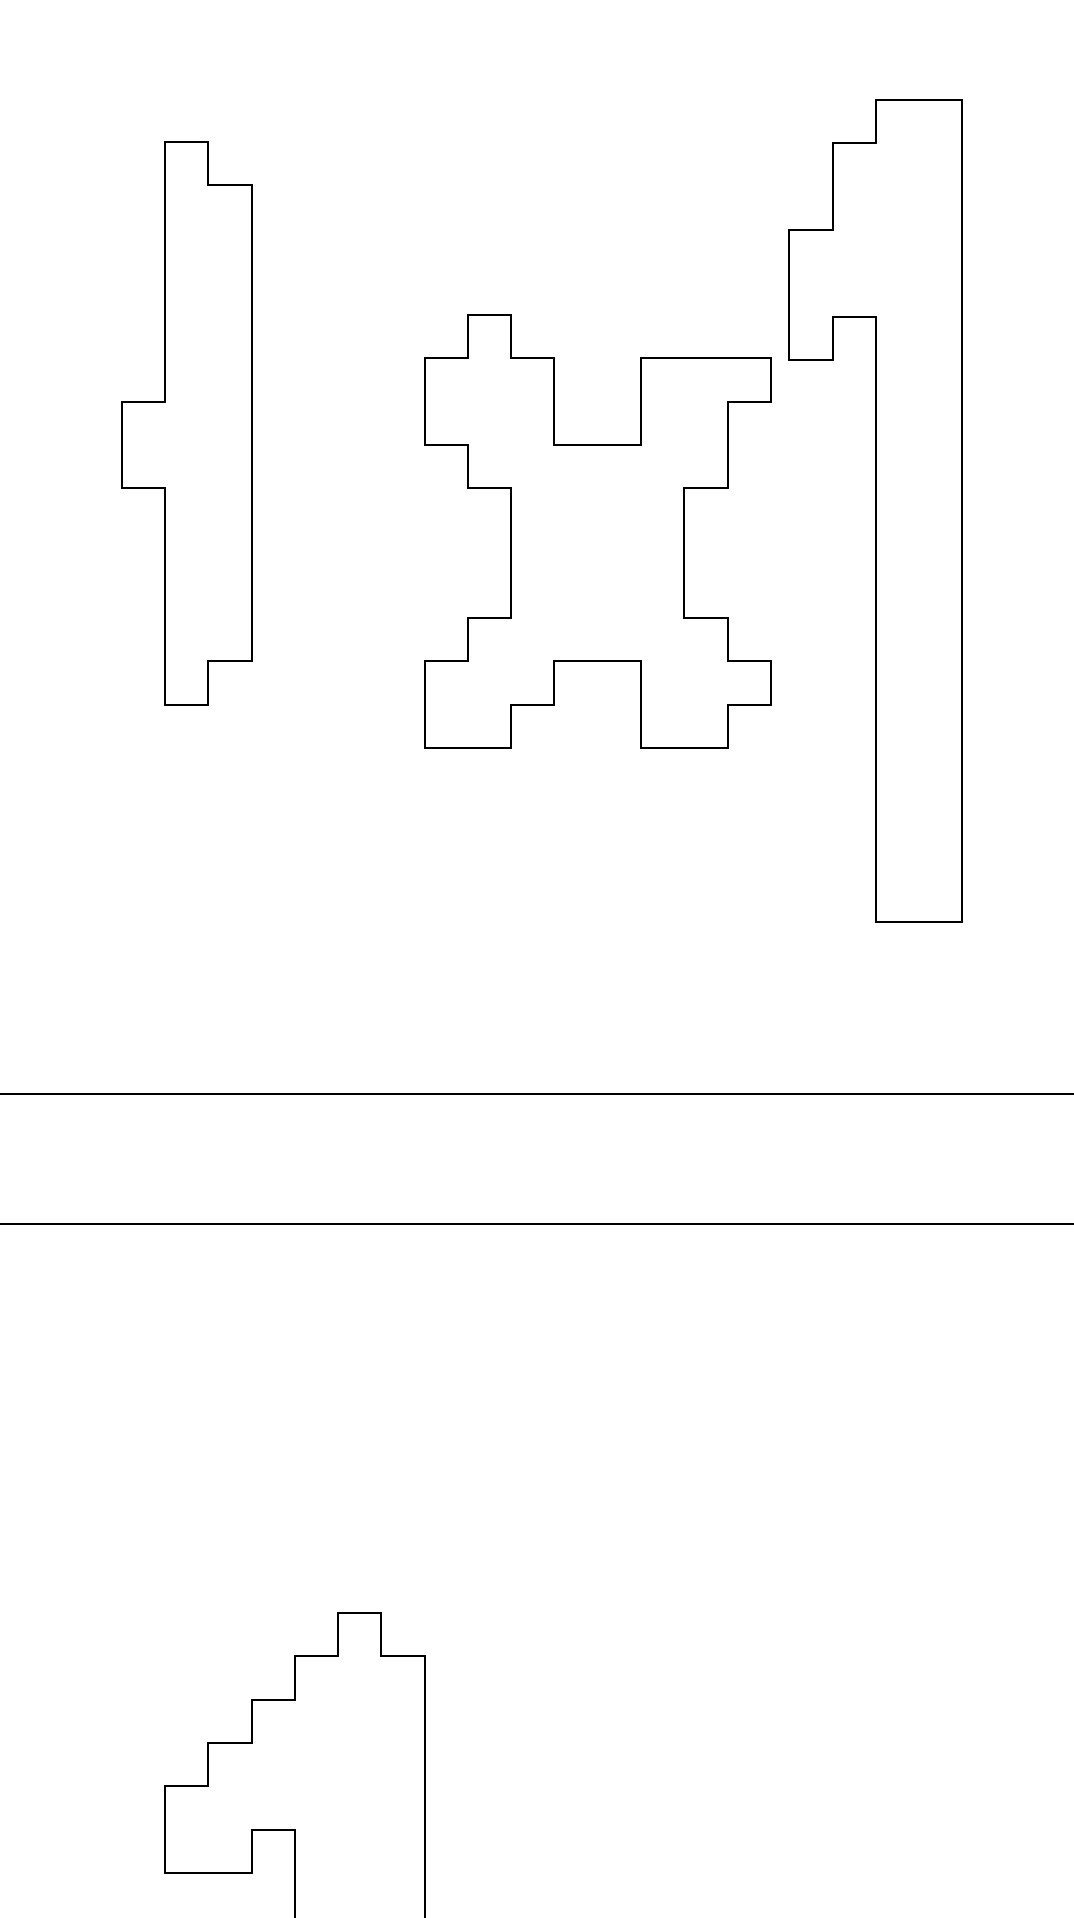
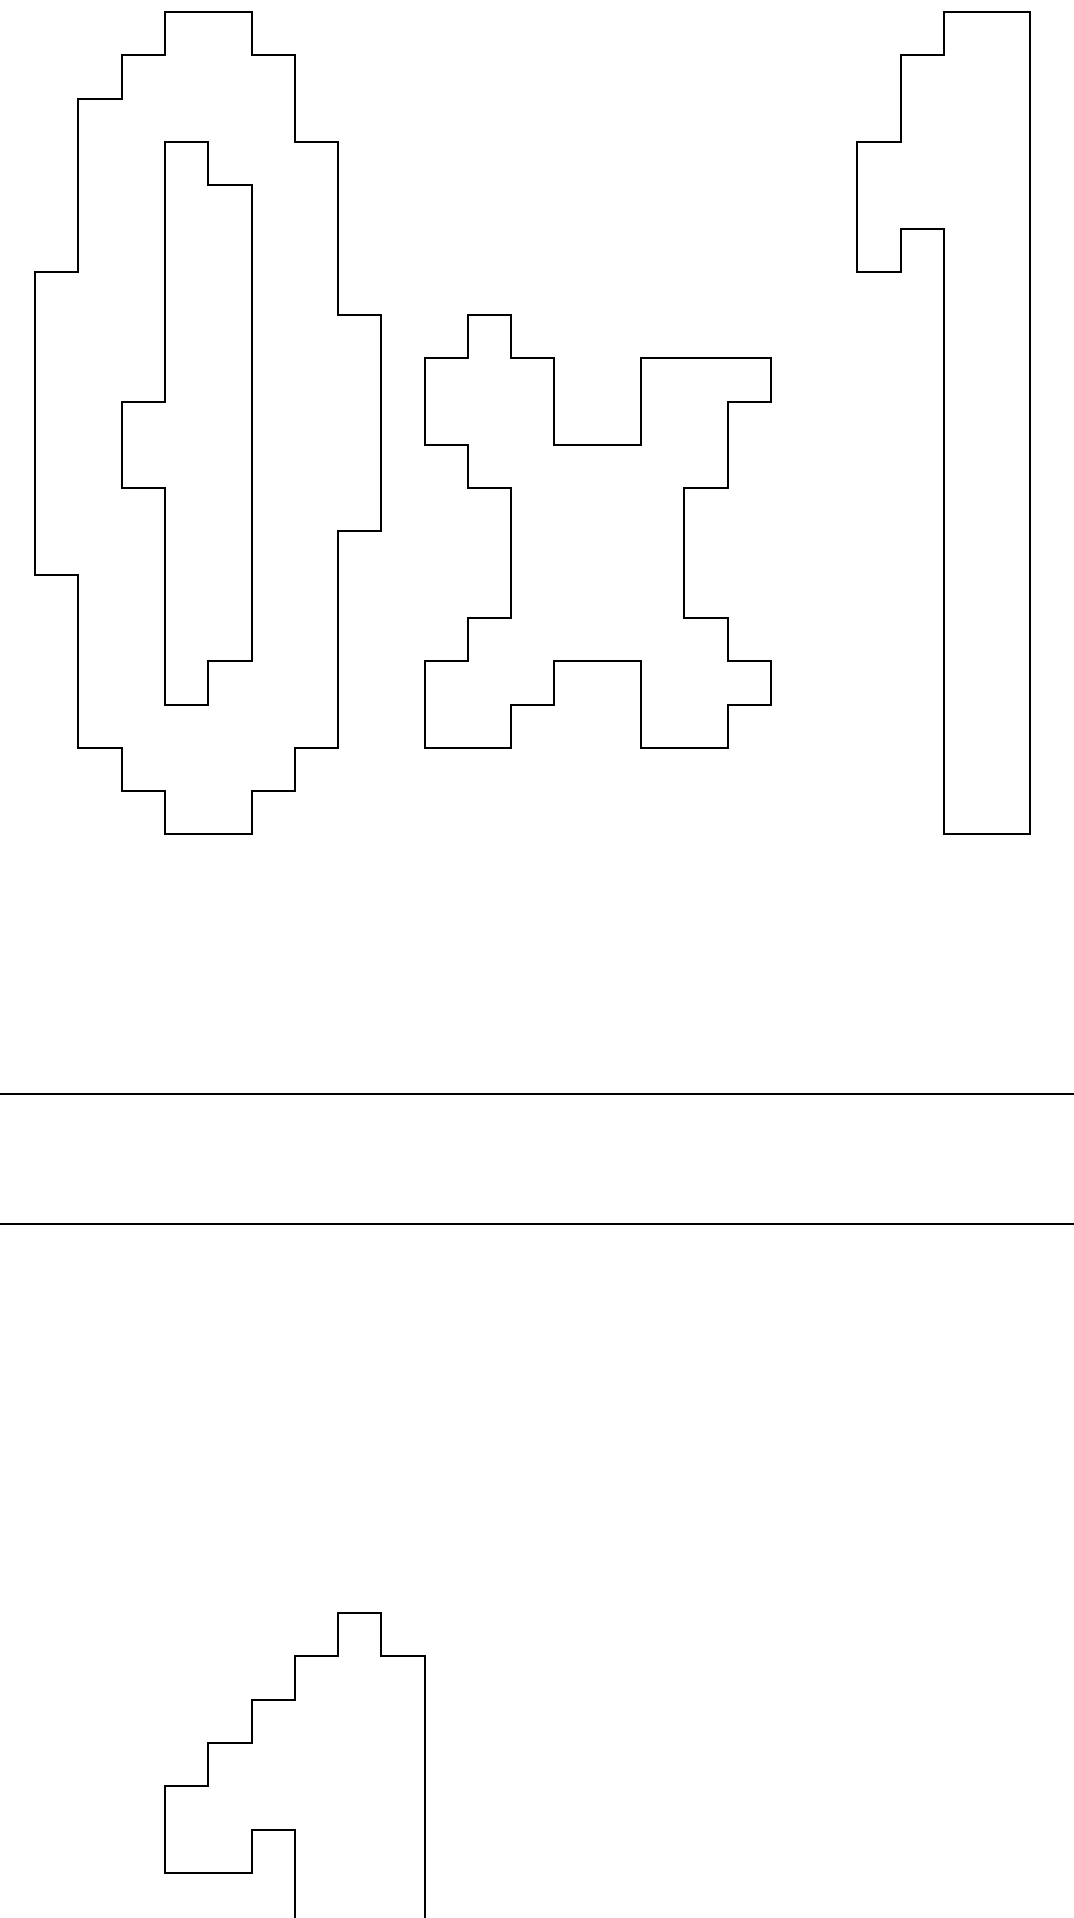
part at (207, 422): none -> present
part at (875, 510) position: (875, 510) -> (943, 422)
